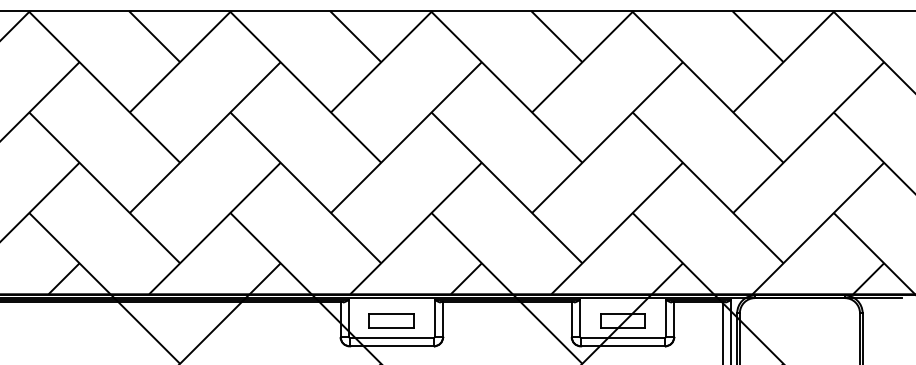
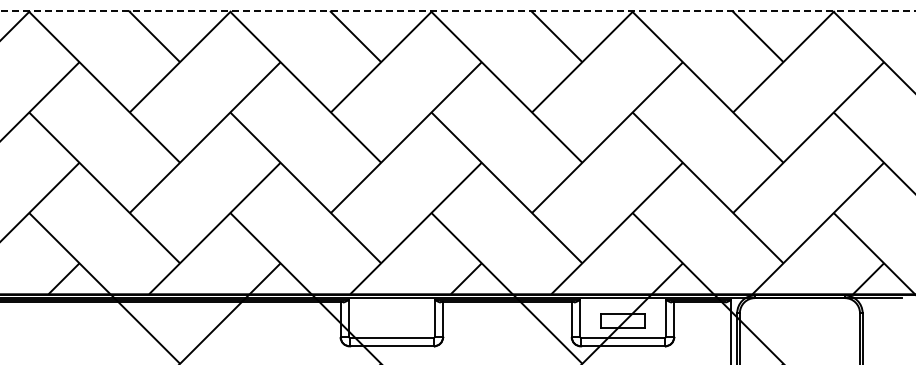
line at (458, 10): solid -> dashed
part at (391, 320): present -> none
line at (722, 331): present -> none
